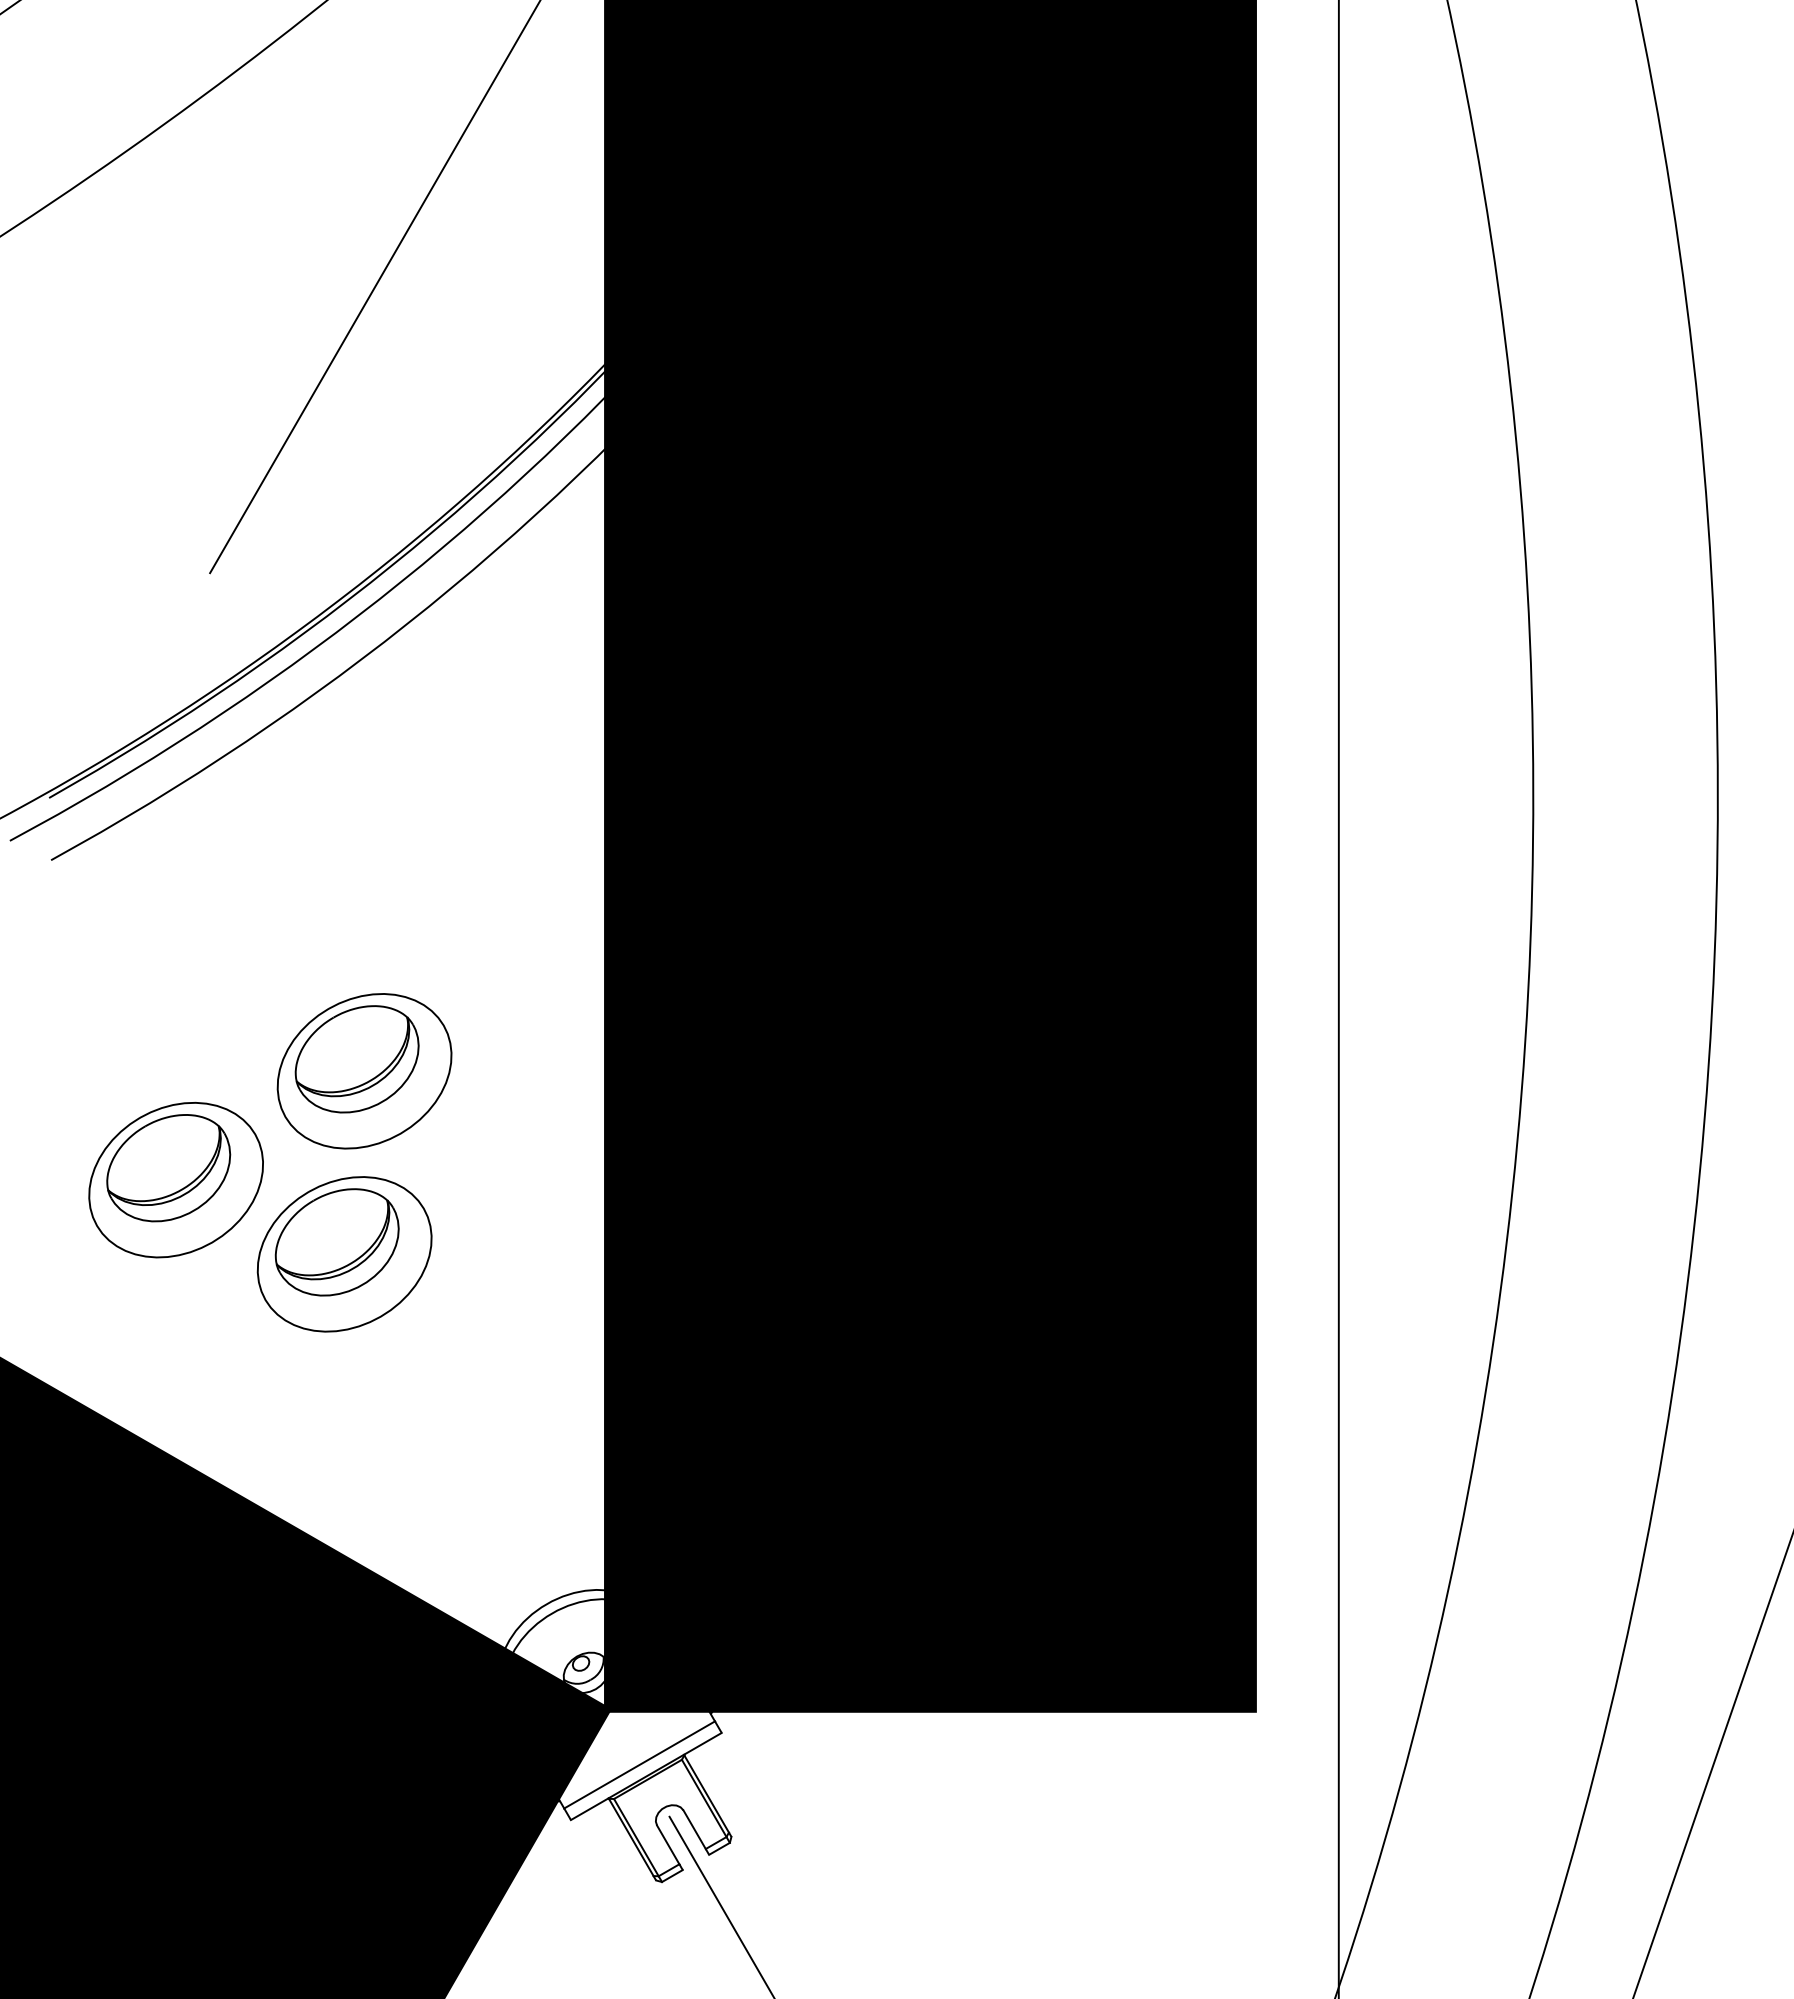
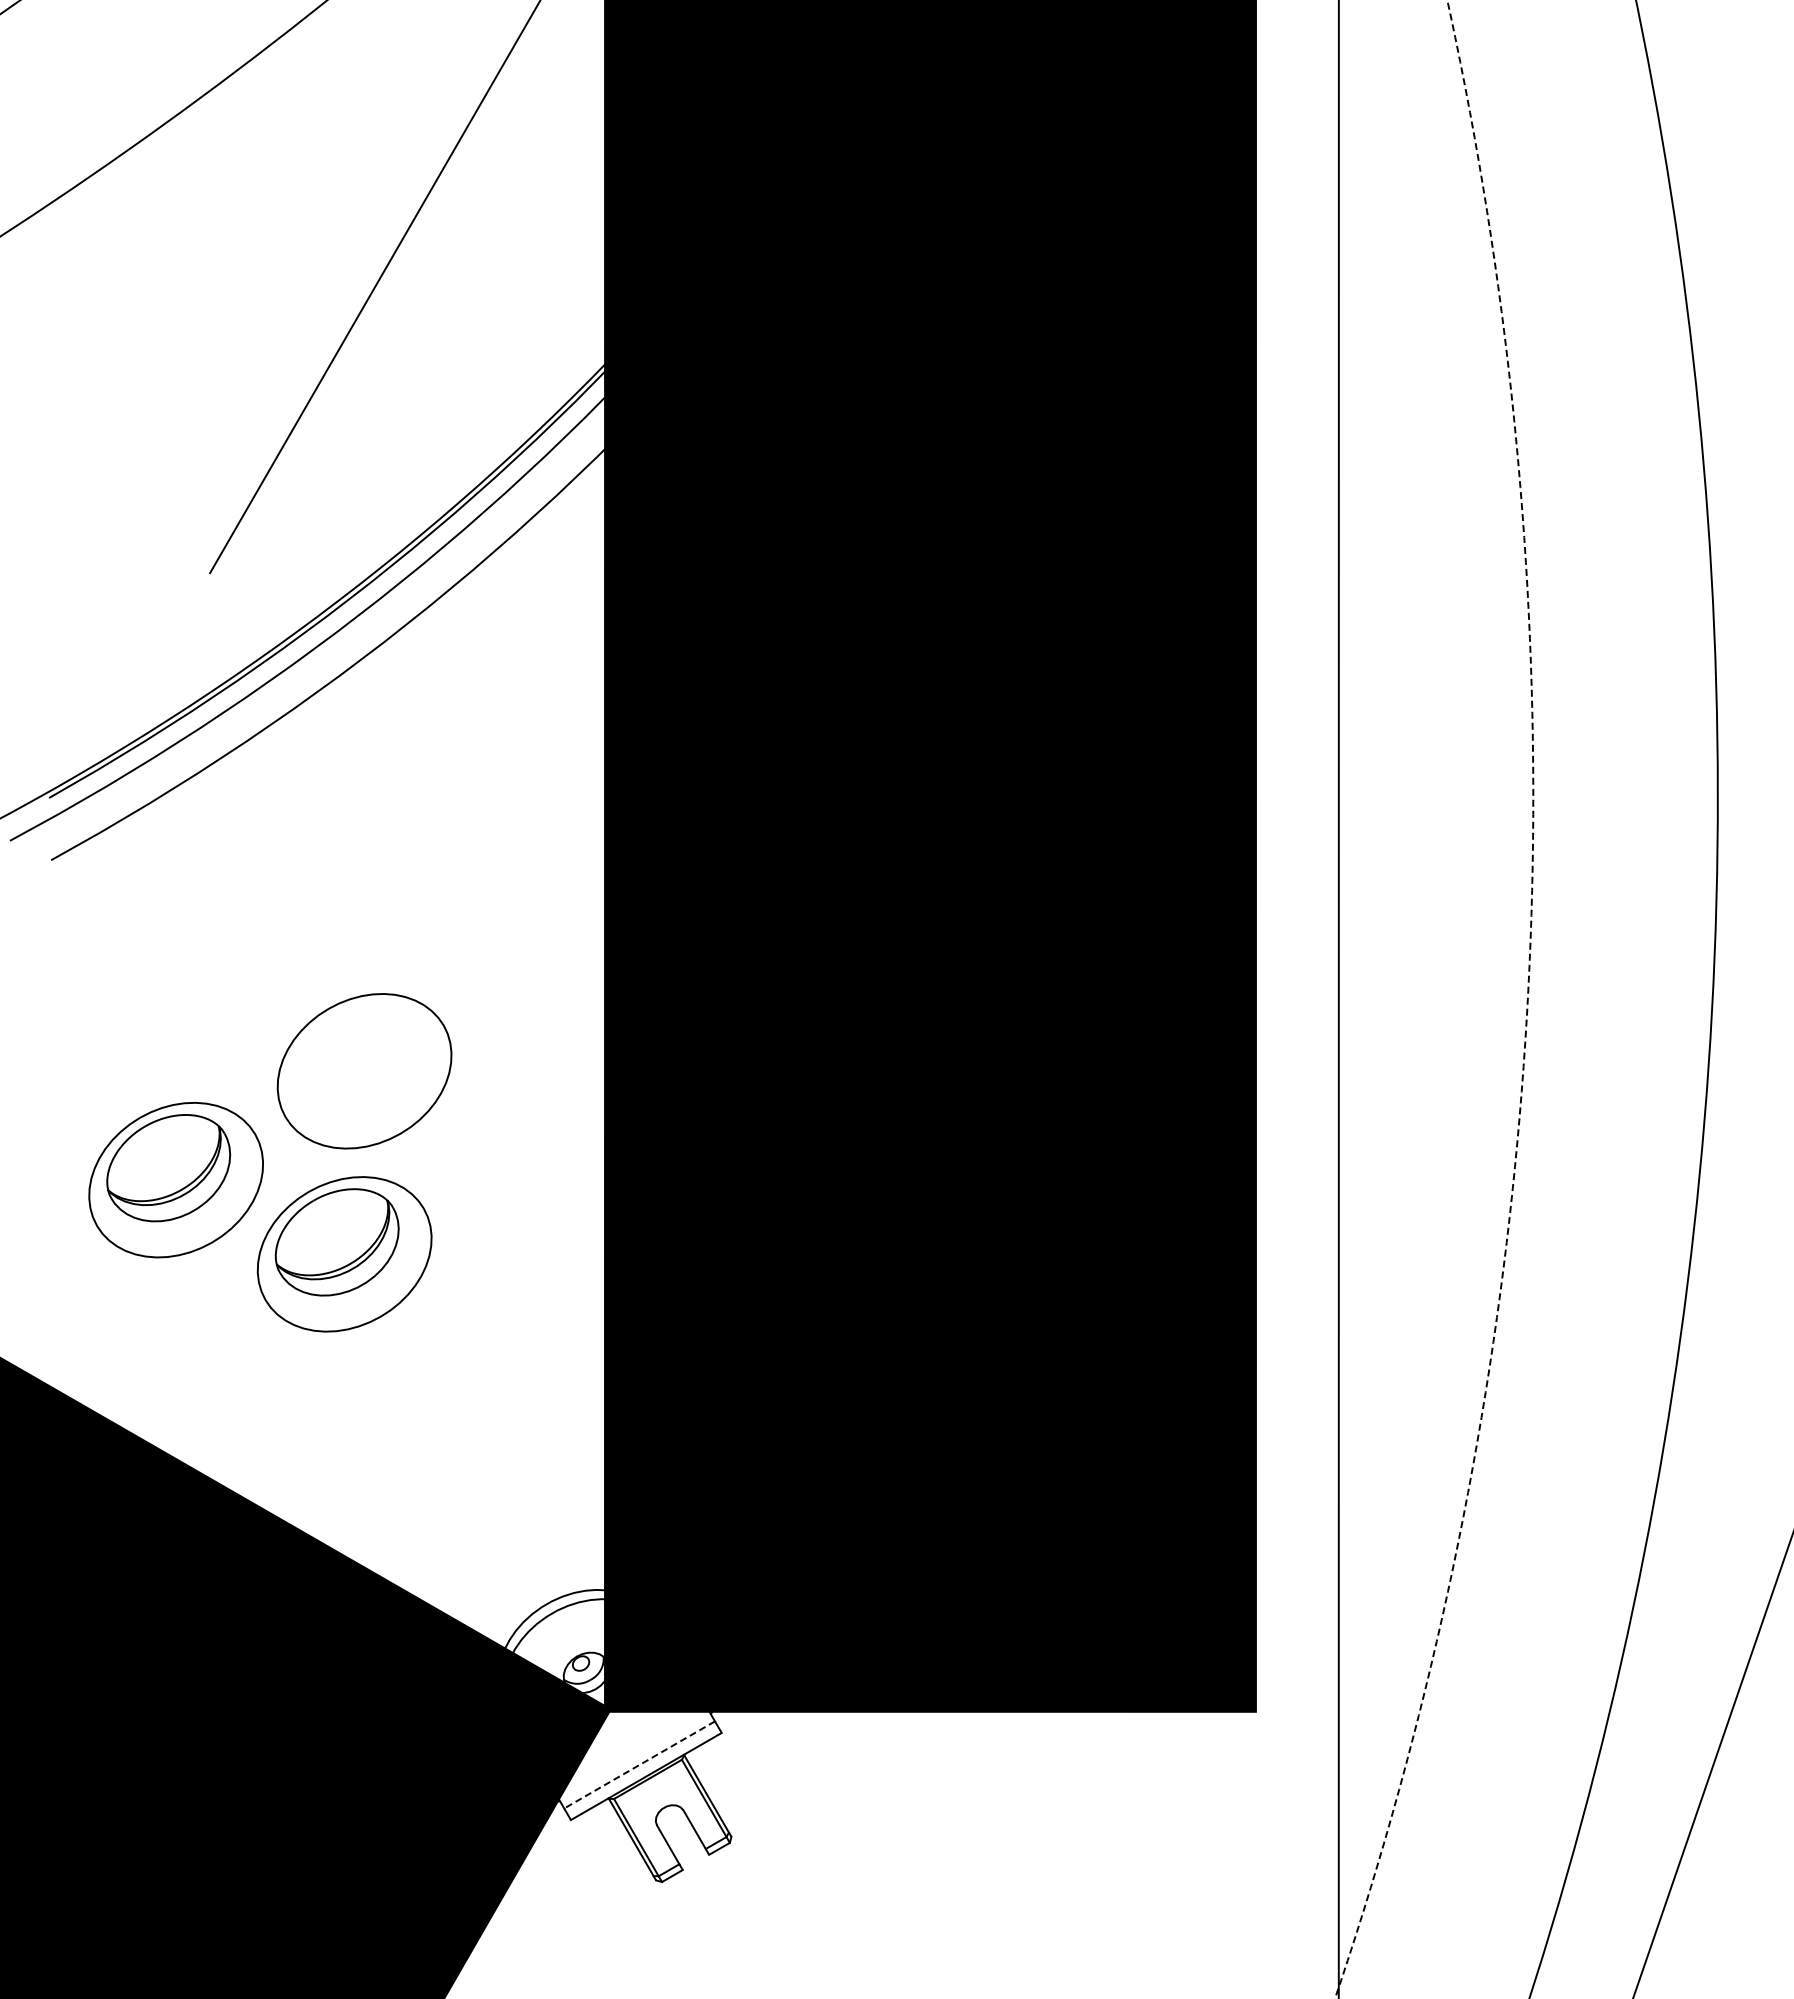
arc at (1527, 1005): solid -> dashed
part at (356, 1059): present -> none
line at (639, 1765): solid -> dashed
line at (720, 1905): present -> none
